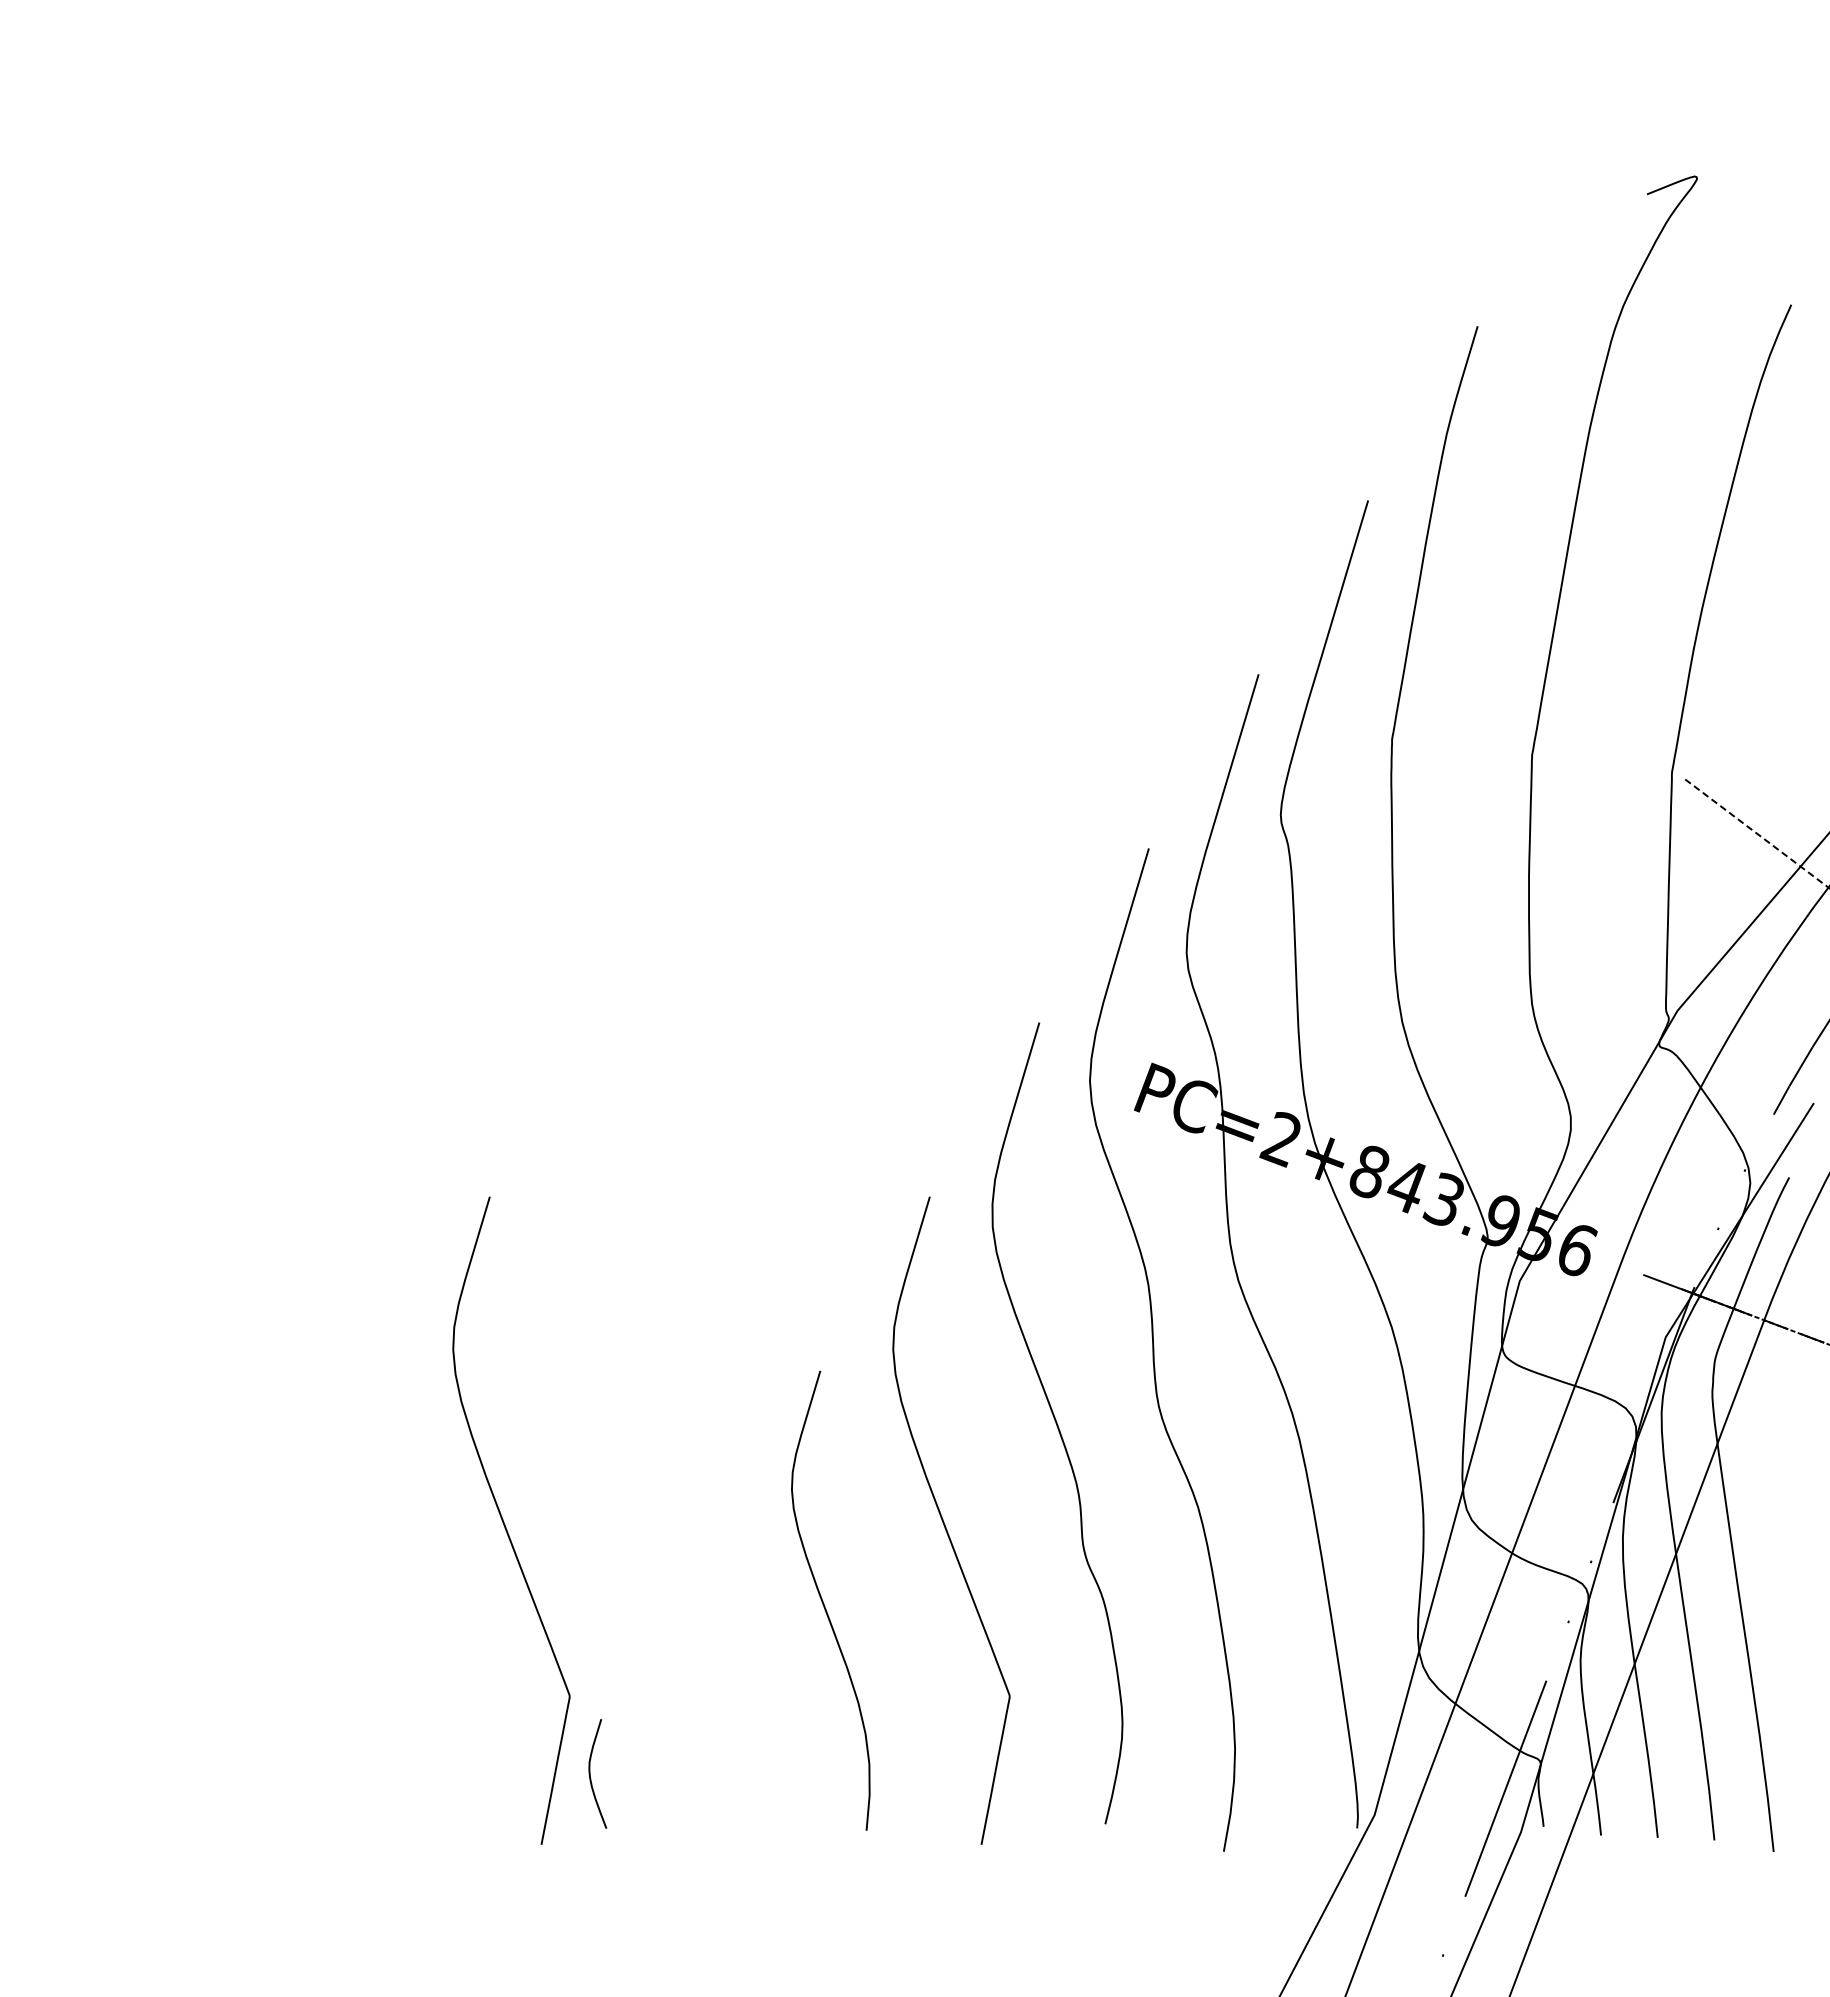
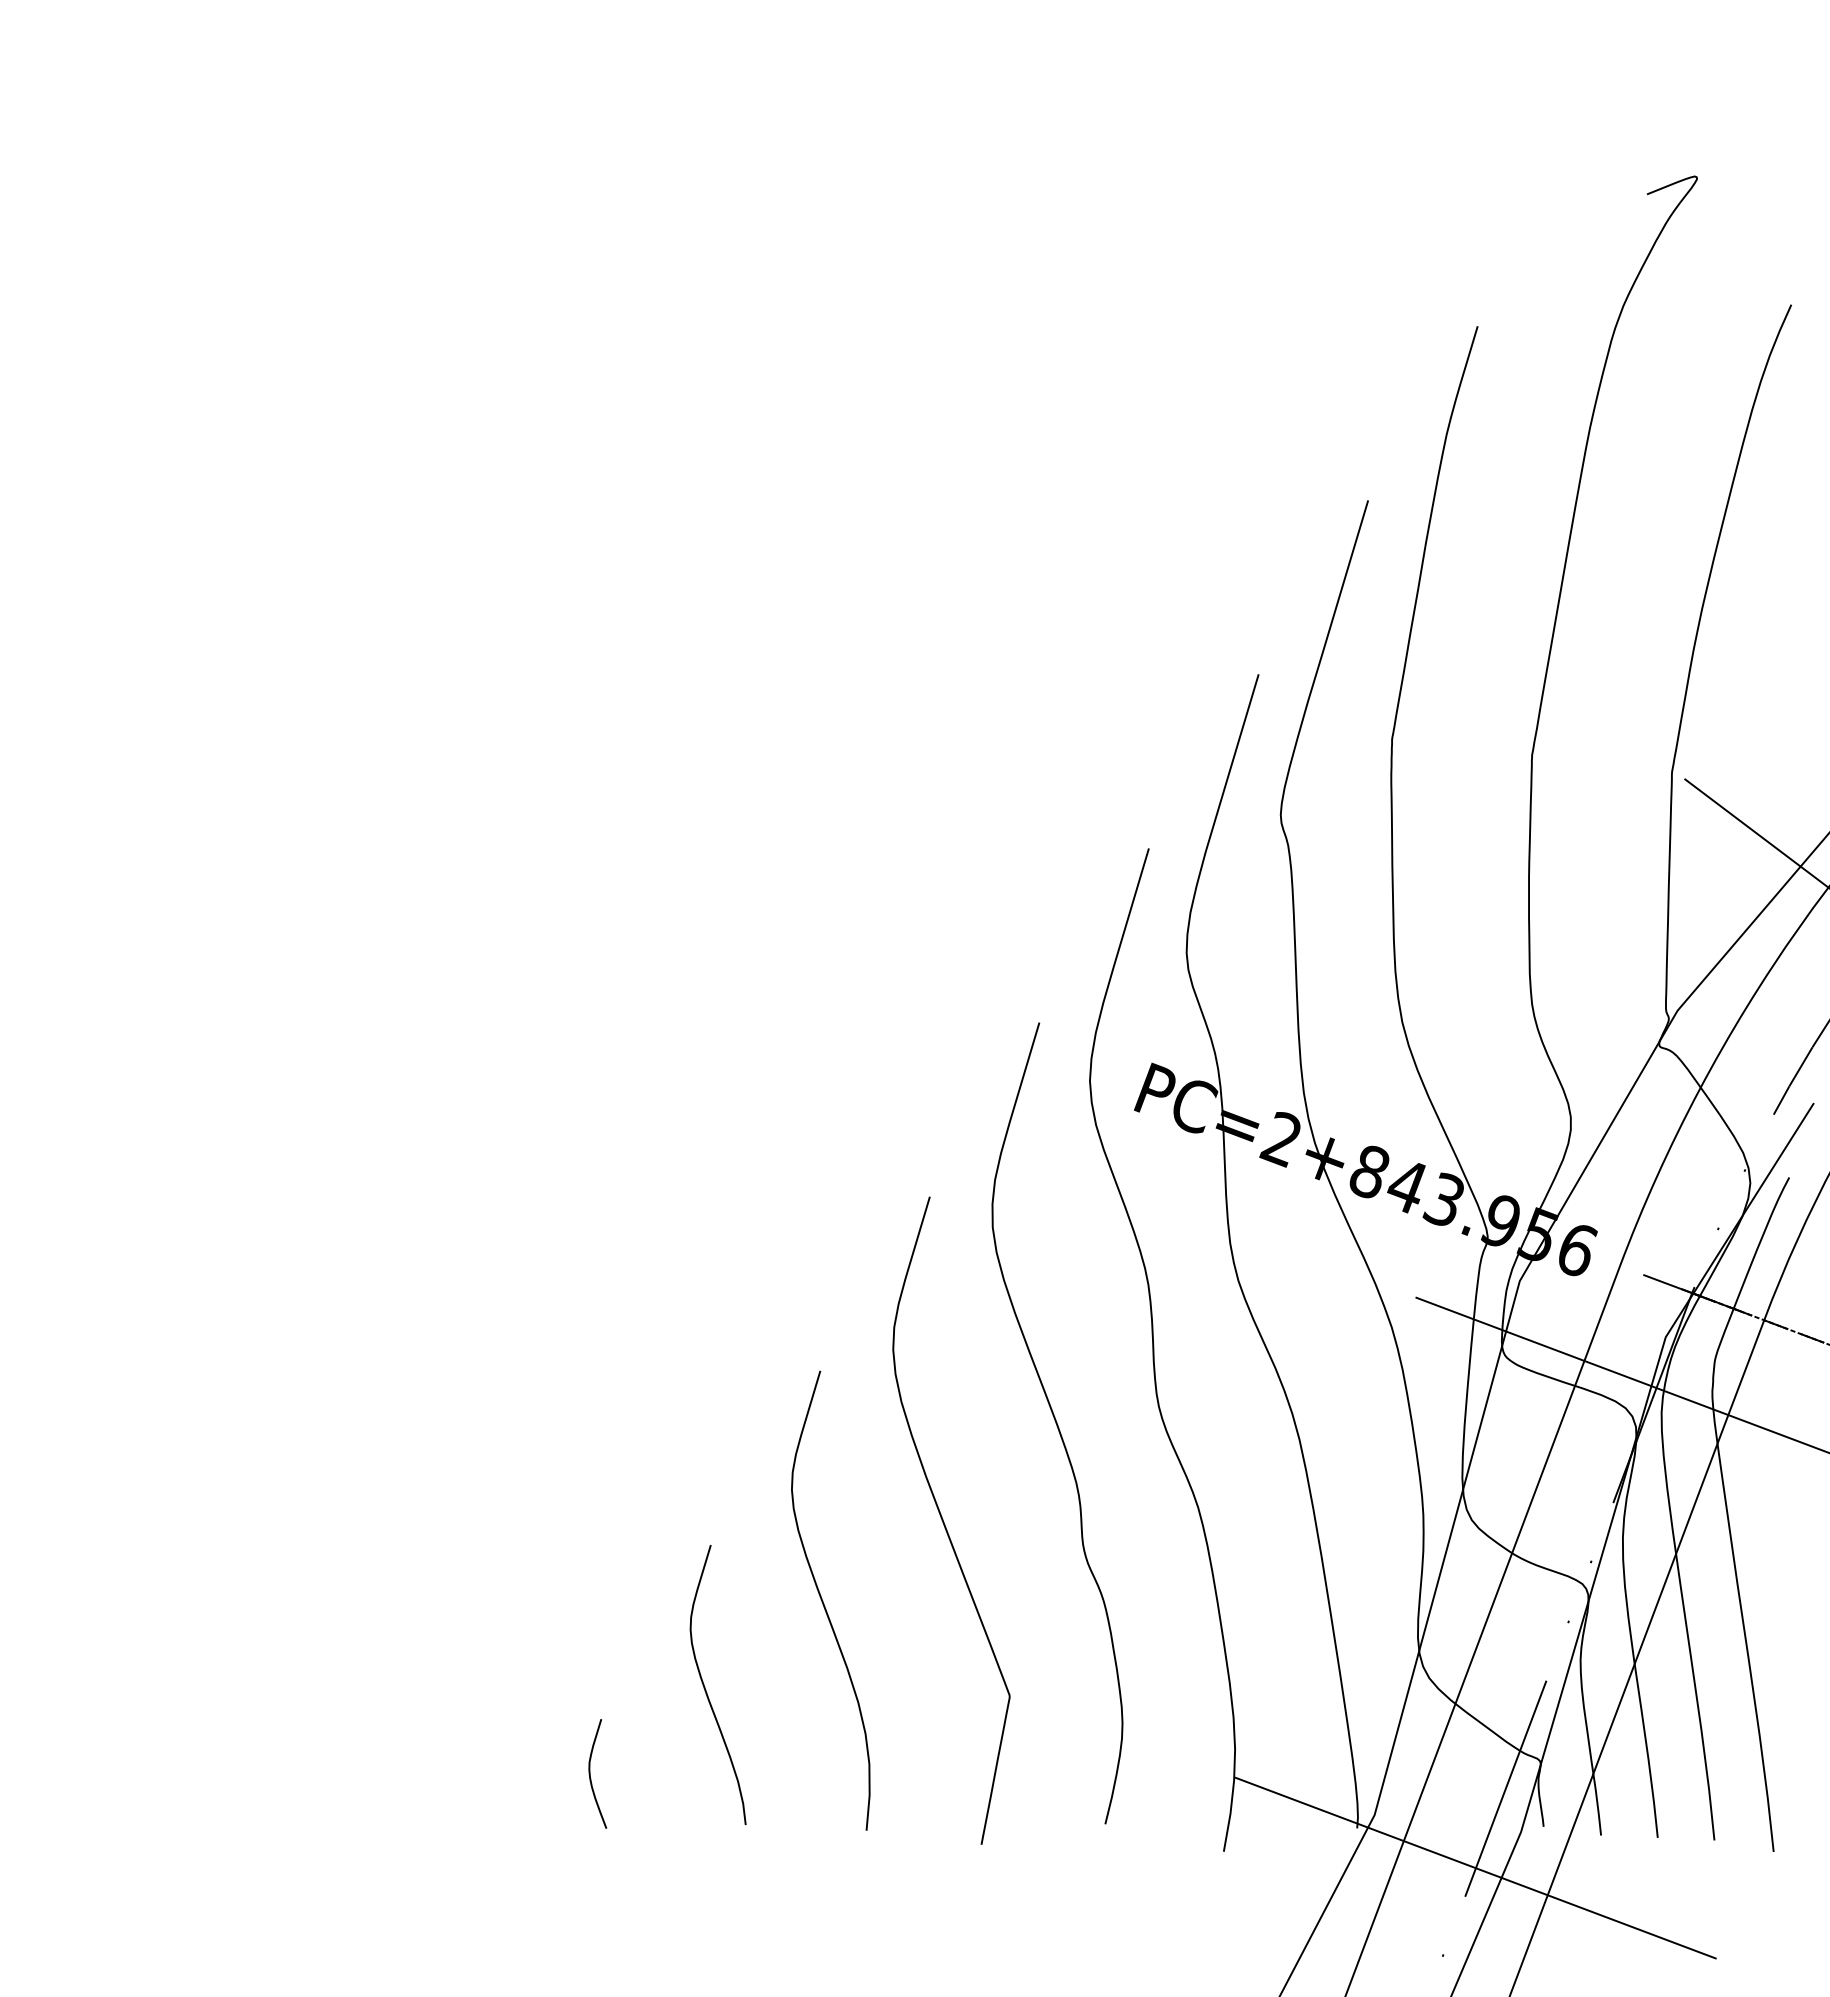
line at (1757, 834): dashed -> solid
line at (1621, 1374): none -> present
curve at (504, 1521): present -> none
curve at (706, 1689): none -> present
line at (1475, 1867): none -> present
